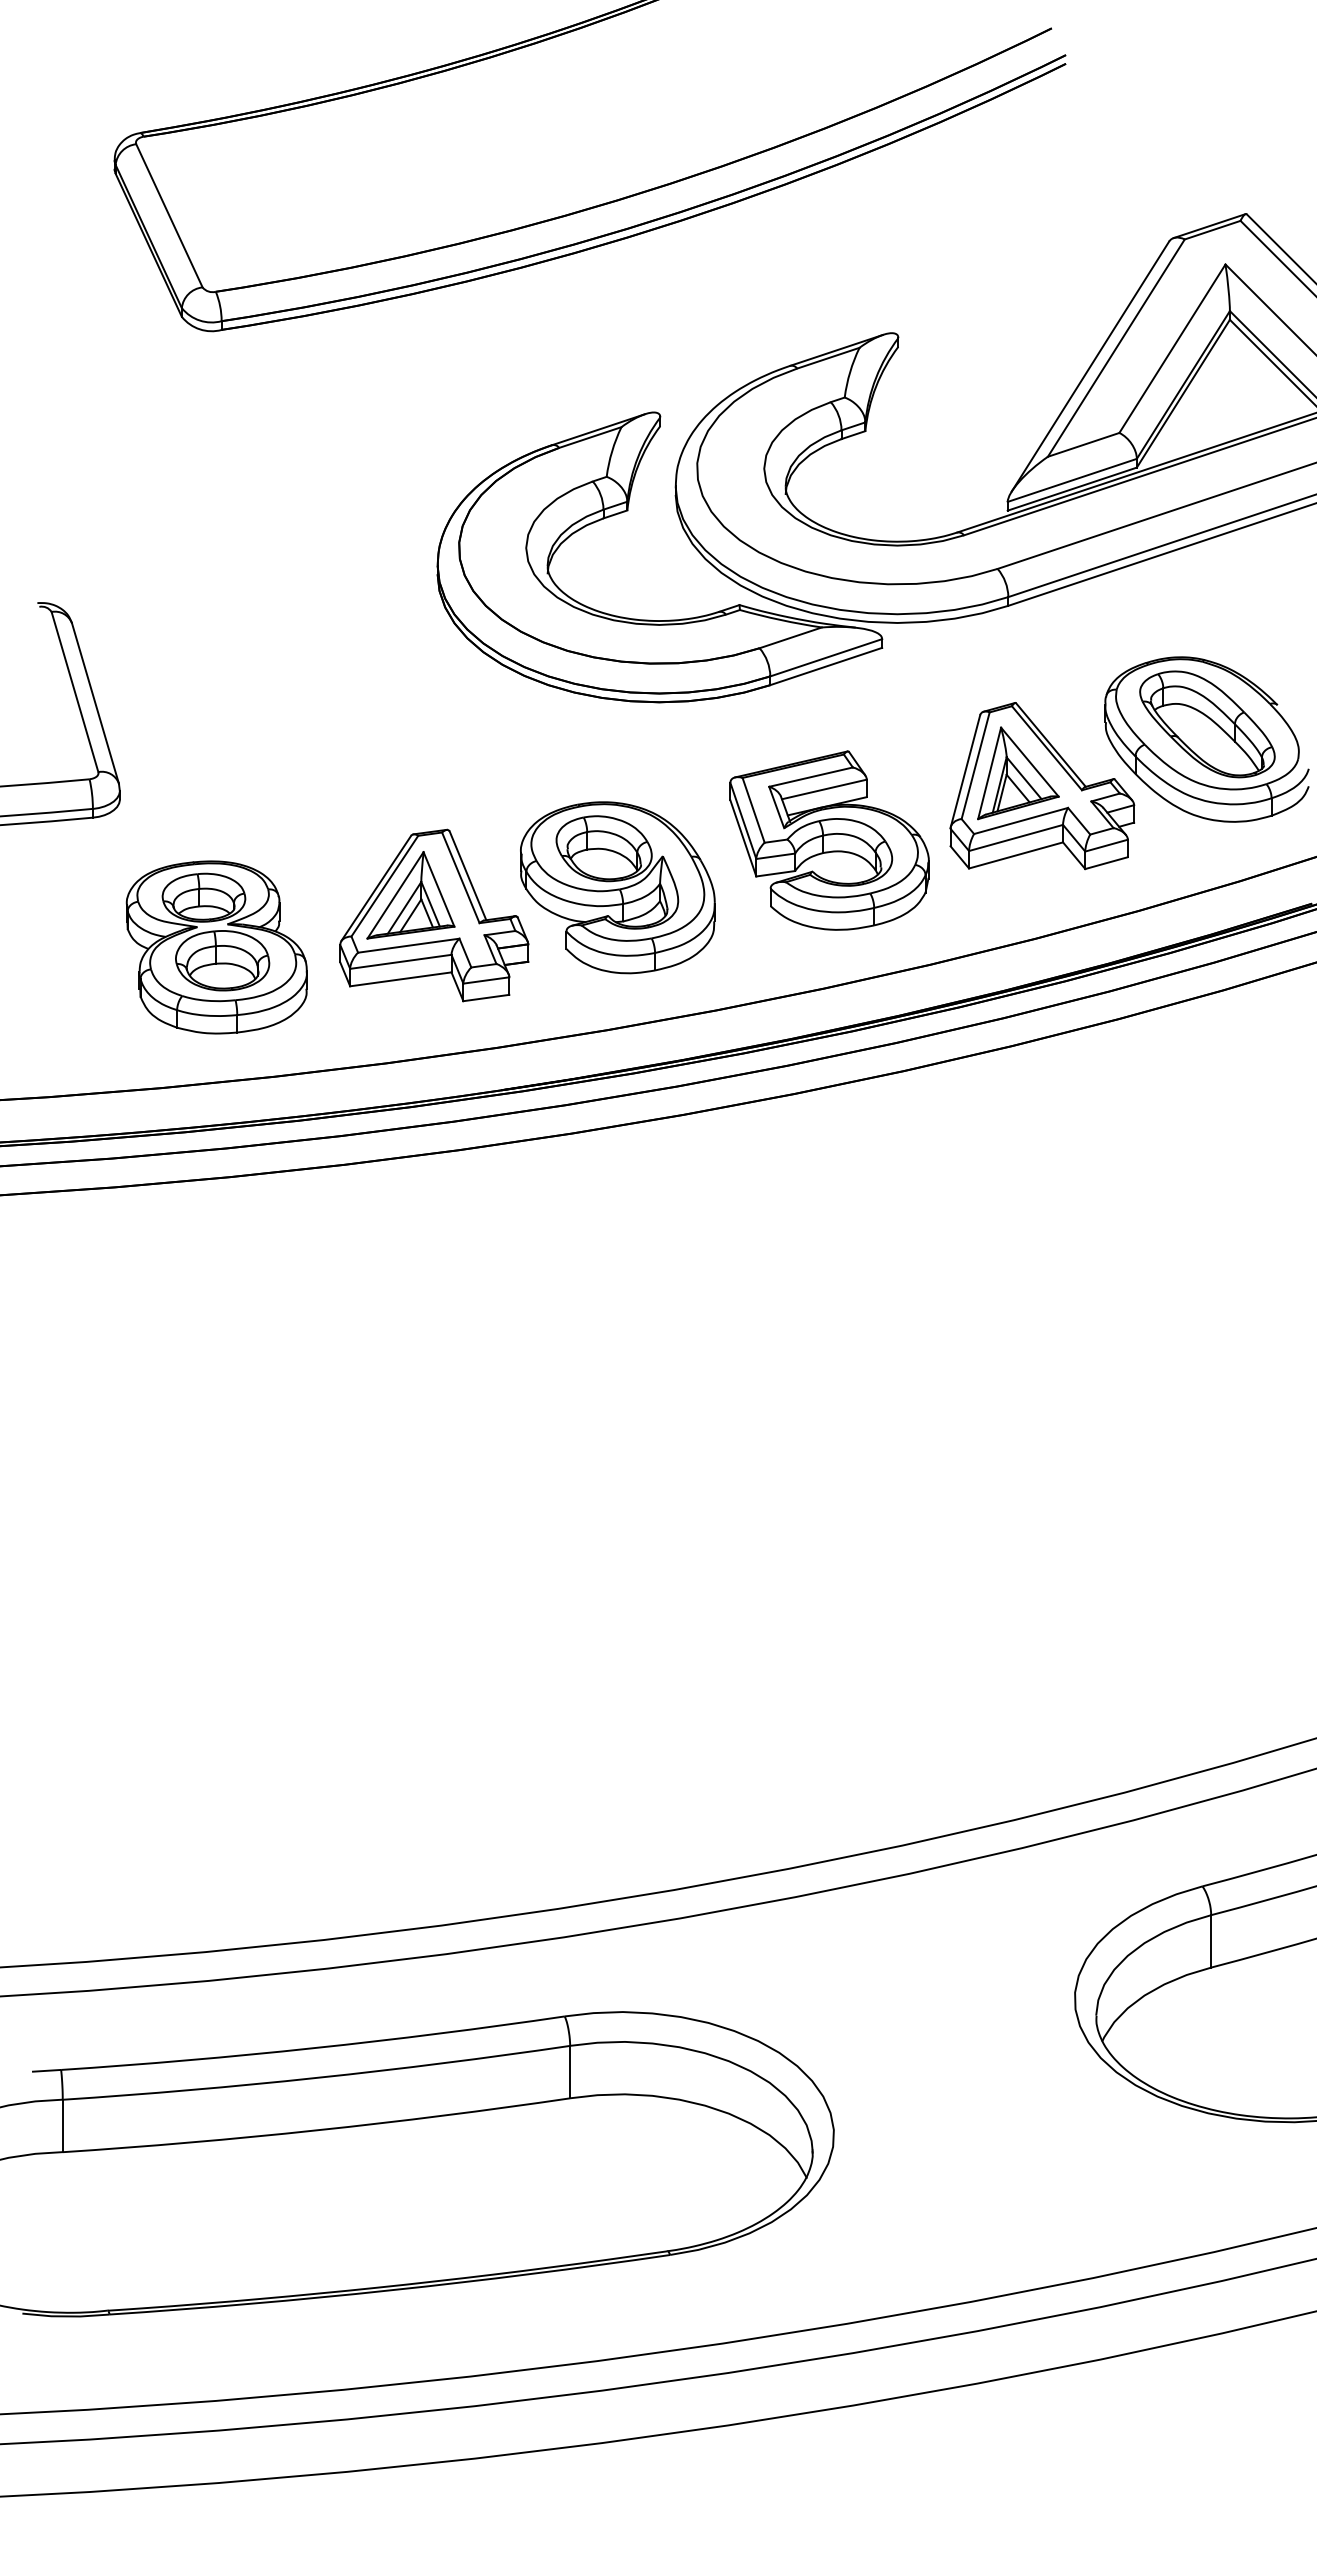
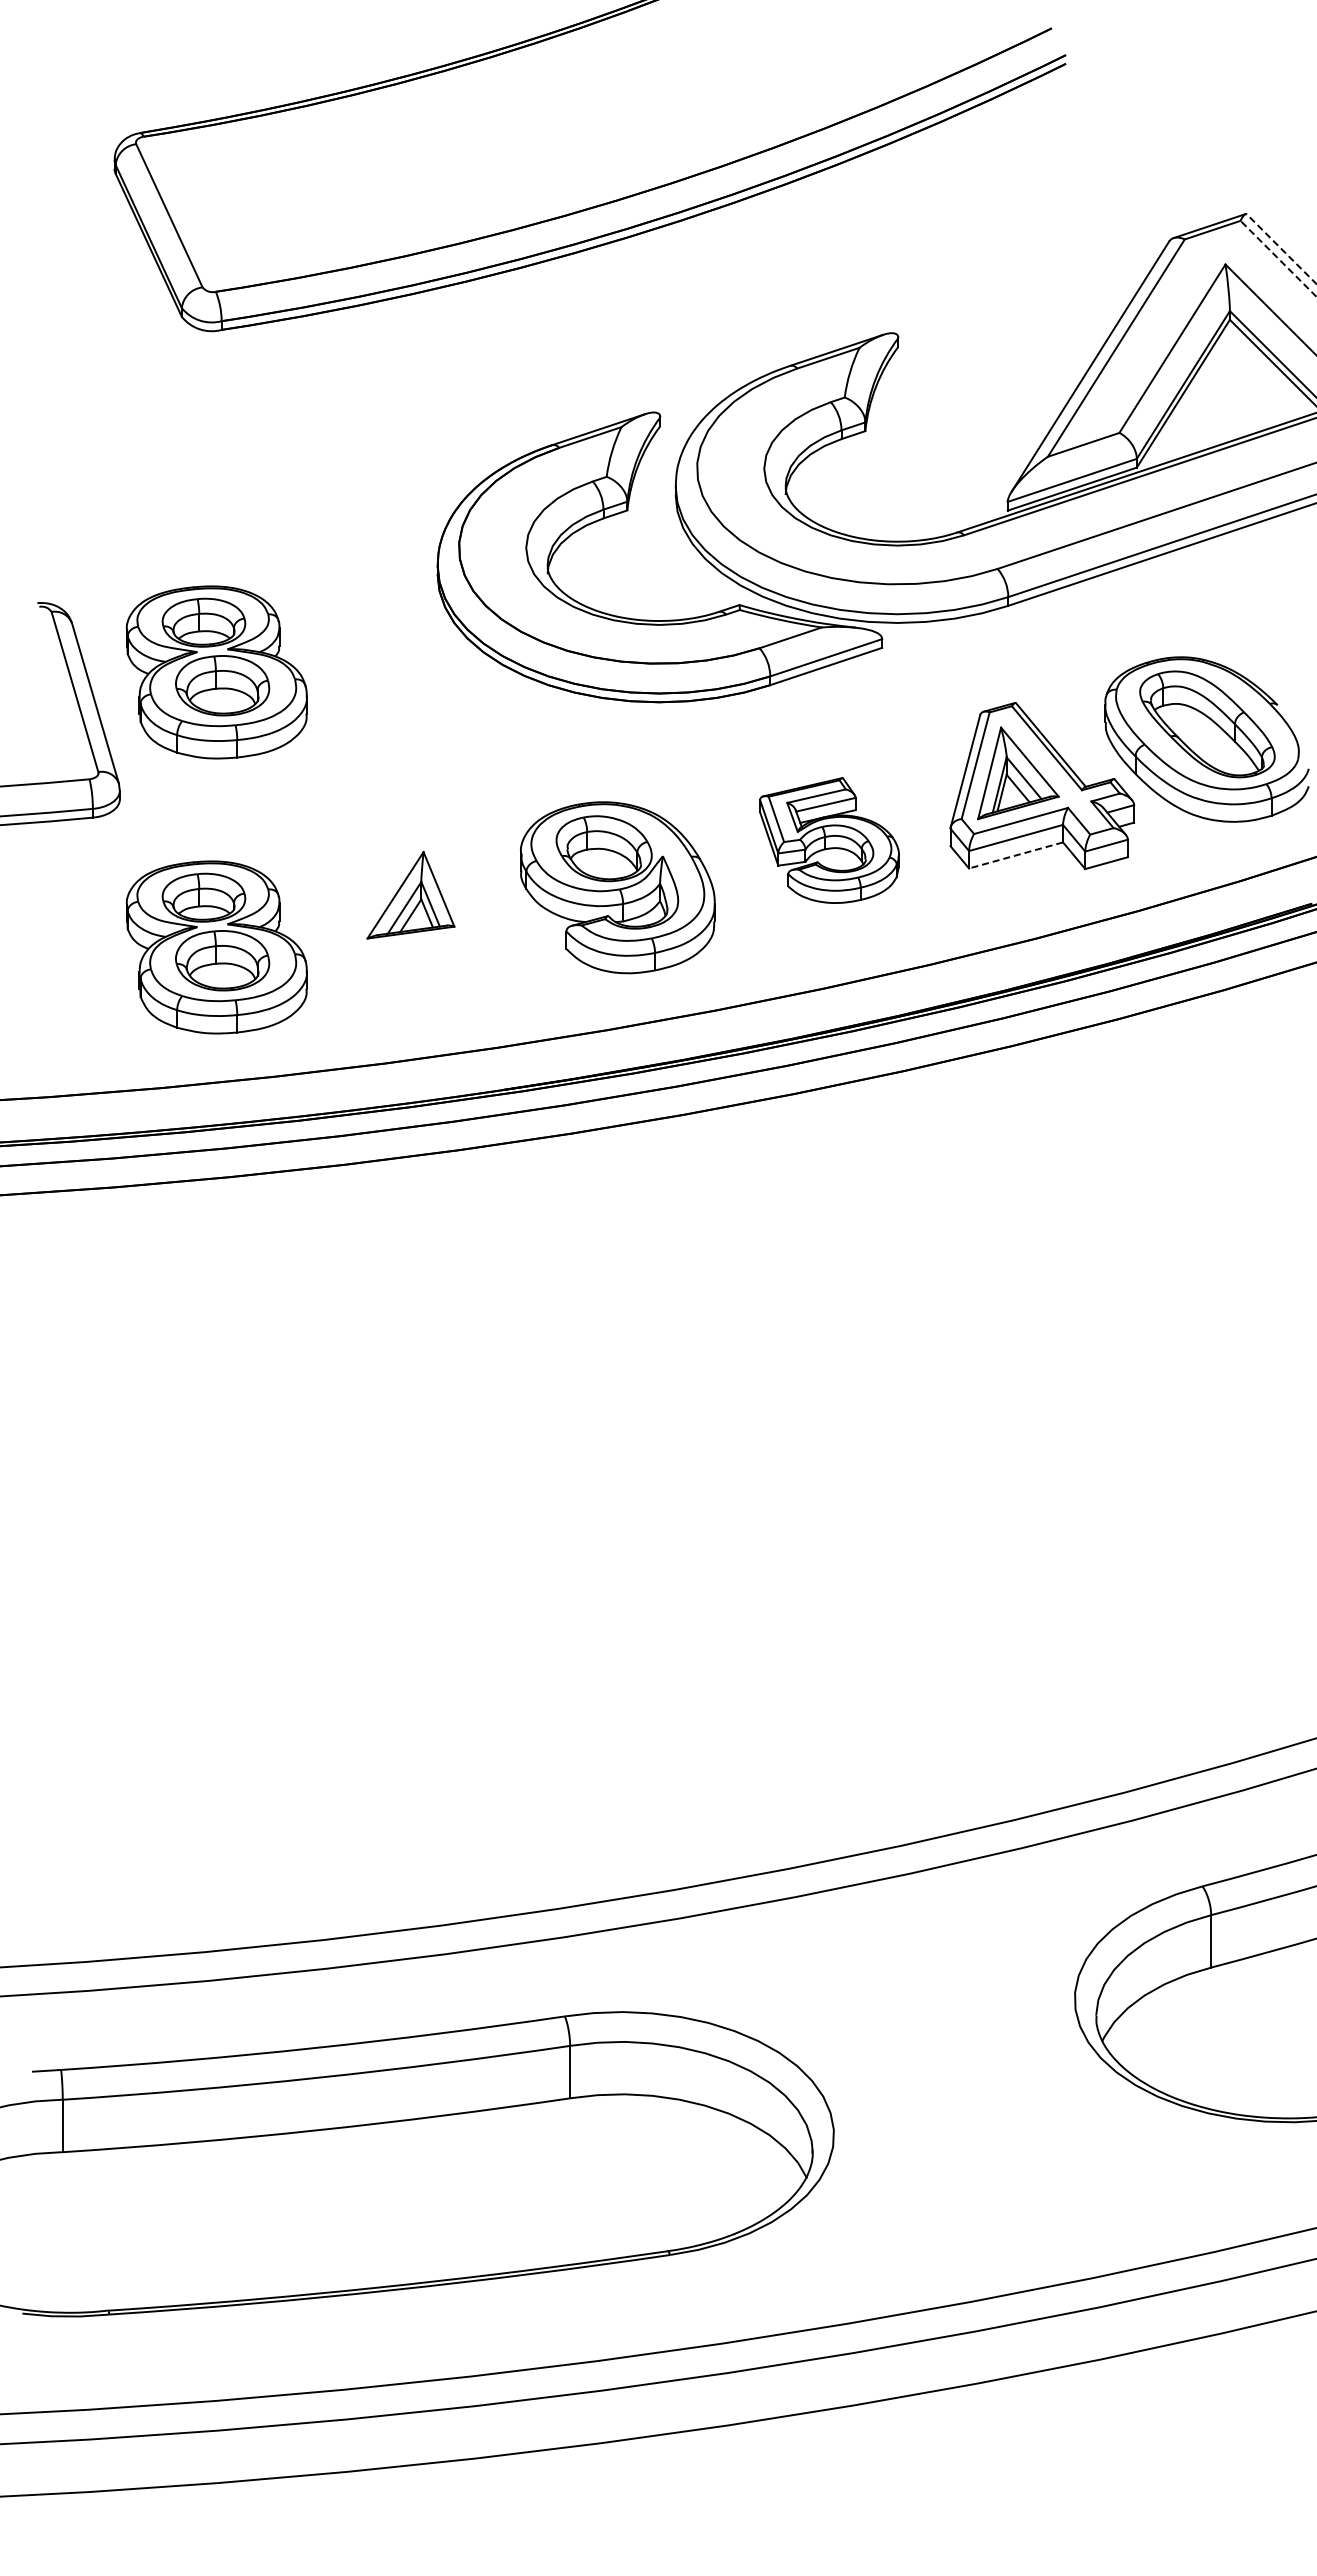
line at (1281, 249): solid -> dashed
line at (1278, 258): solid -> dashed
part at (216, 672): none -> present
part at (829, 840) size: 201x181 px -> 141x127 px
line at (1016, 855): solid -> dashed
part at (434, 915): present -> none
